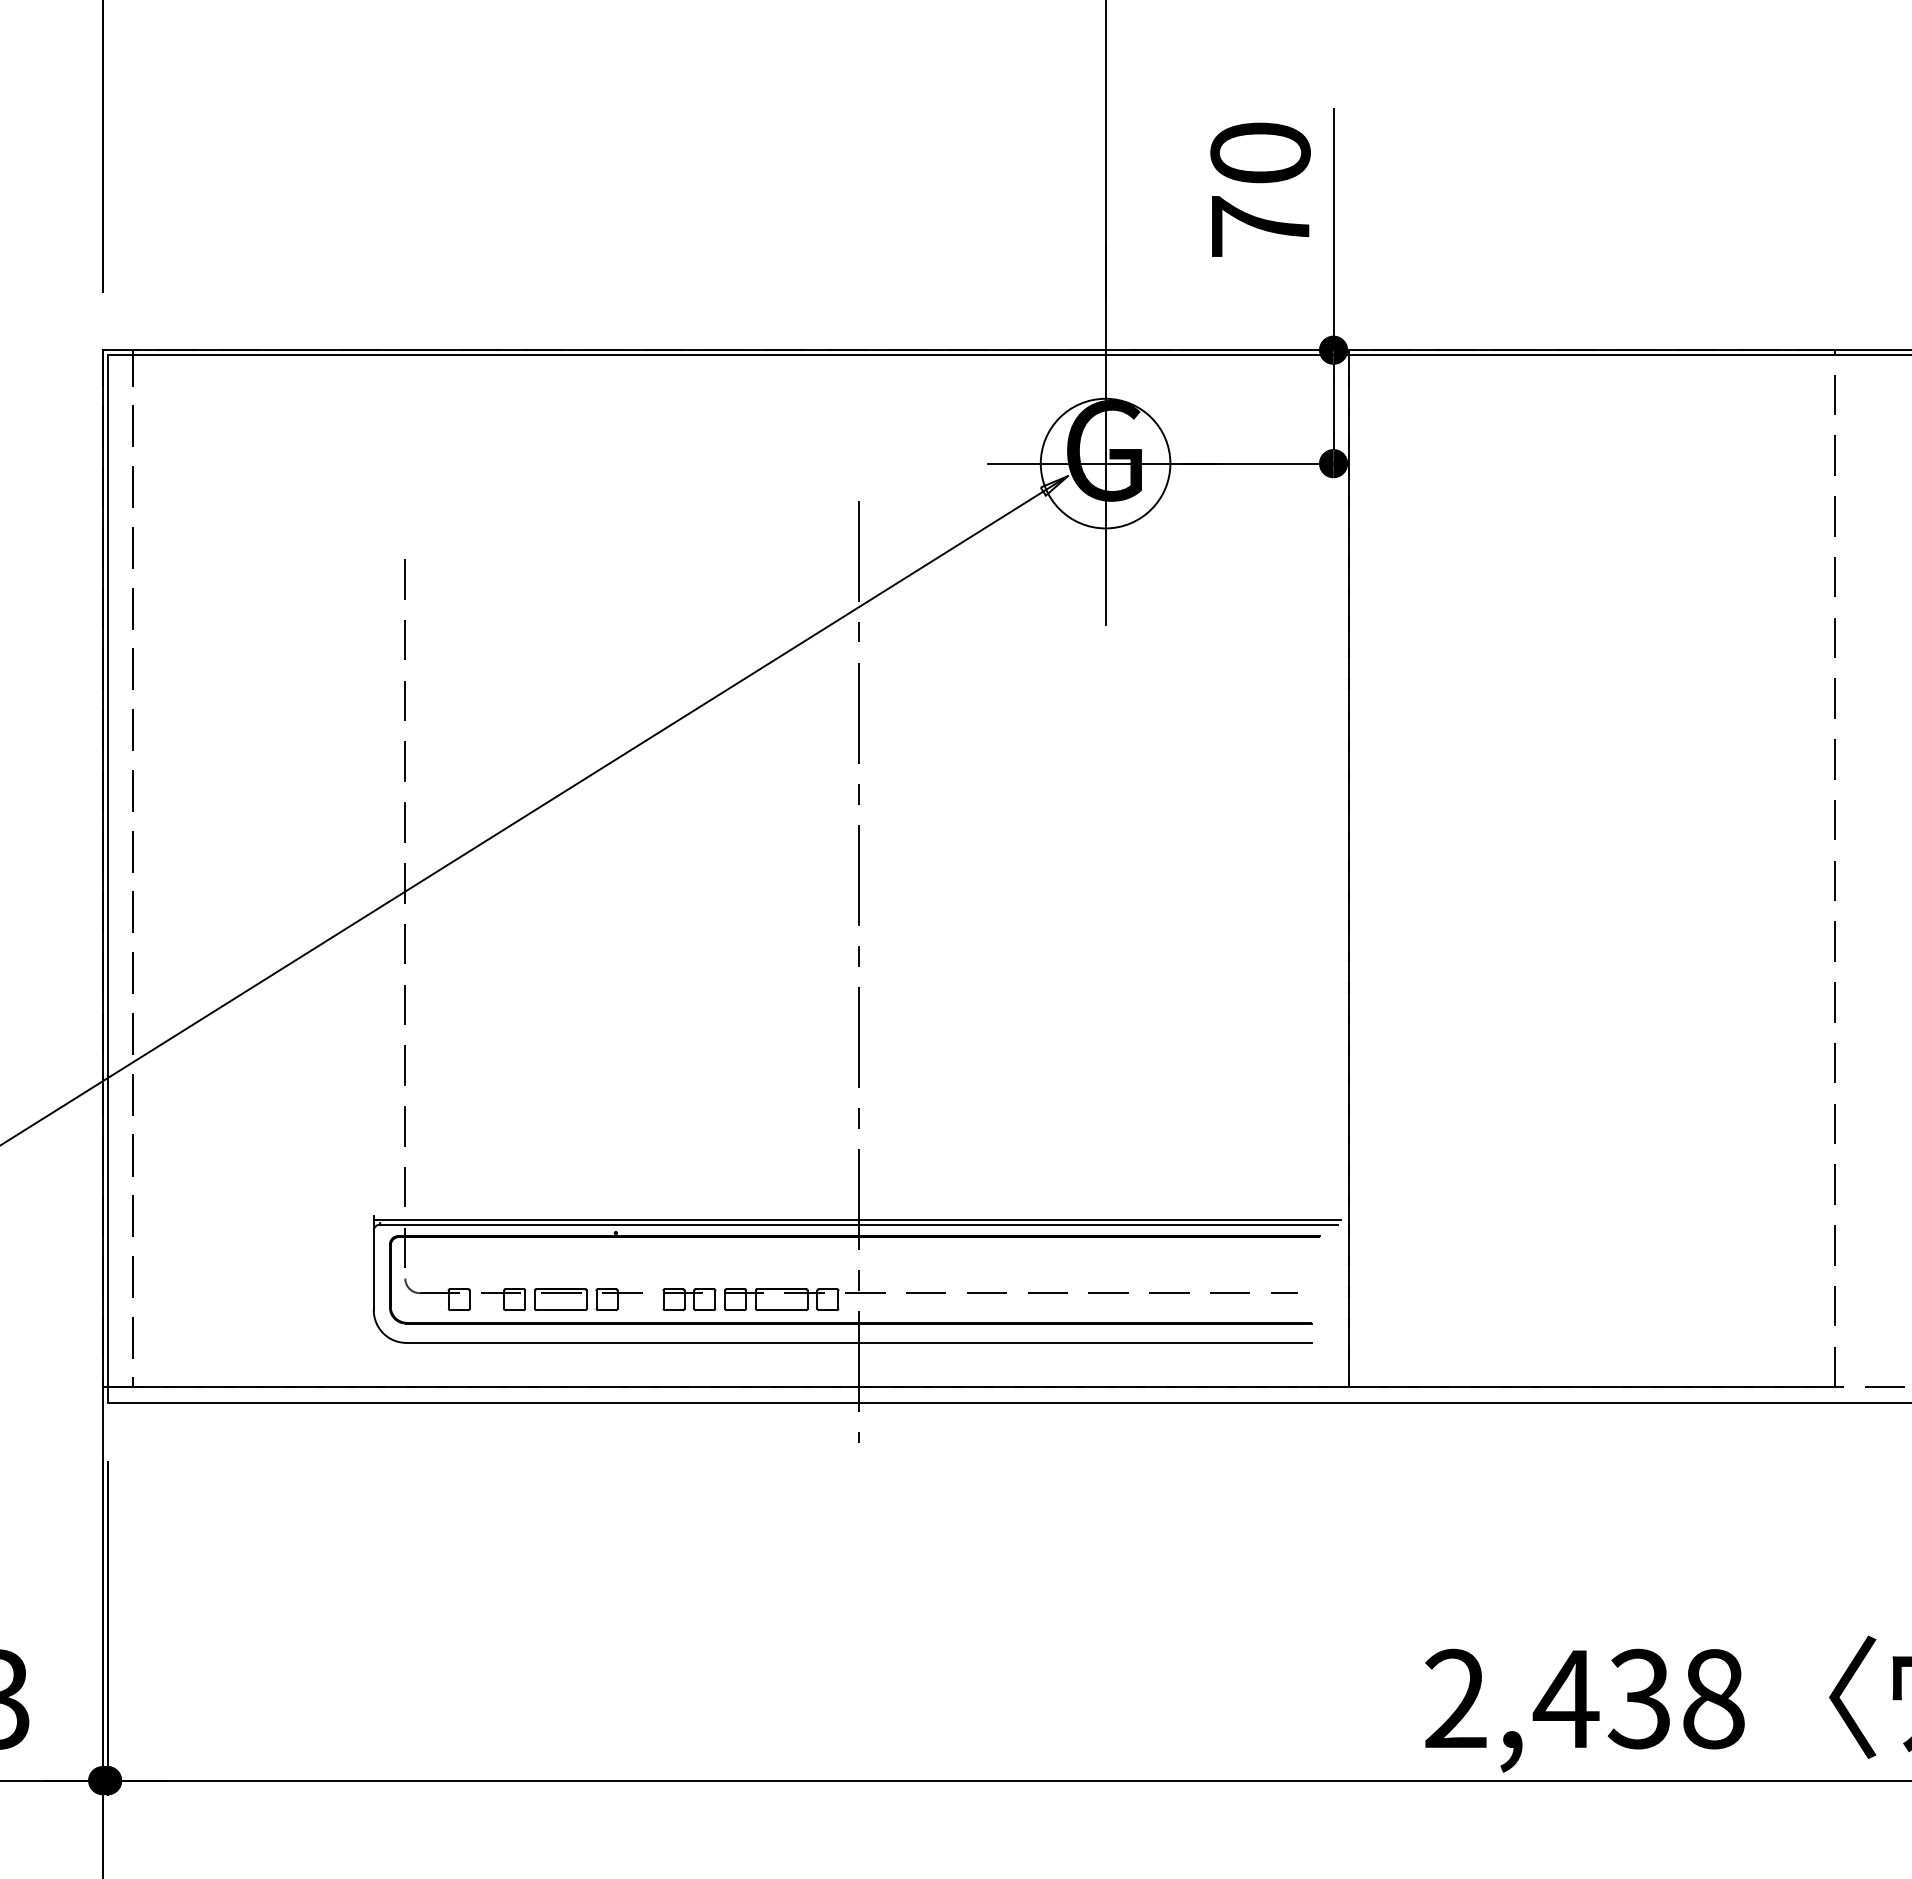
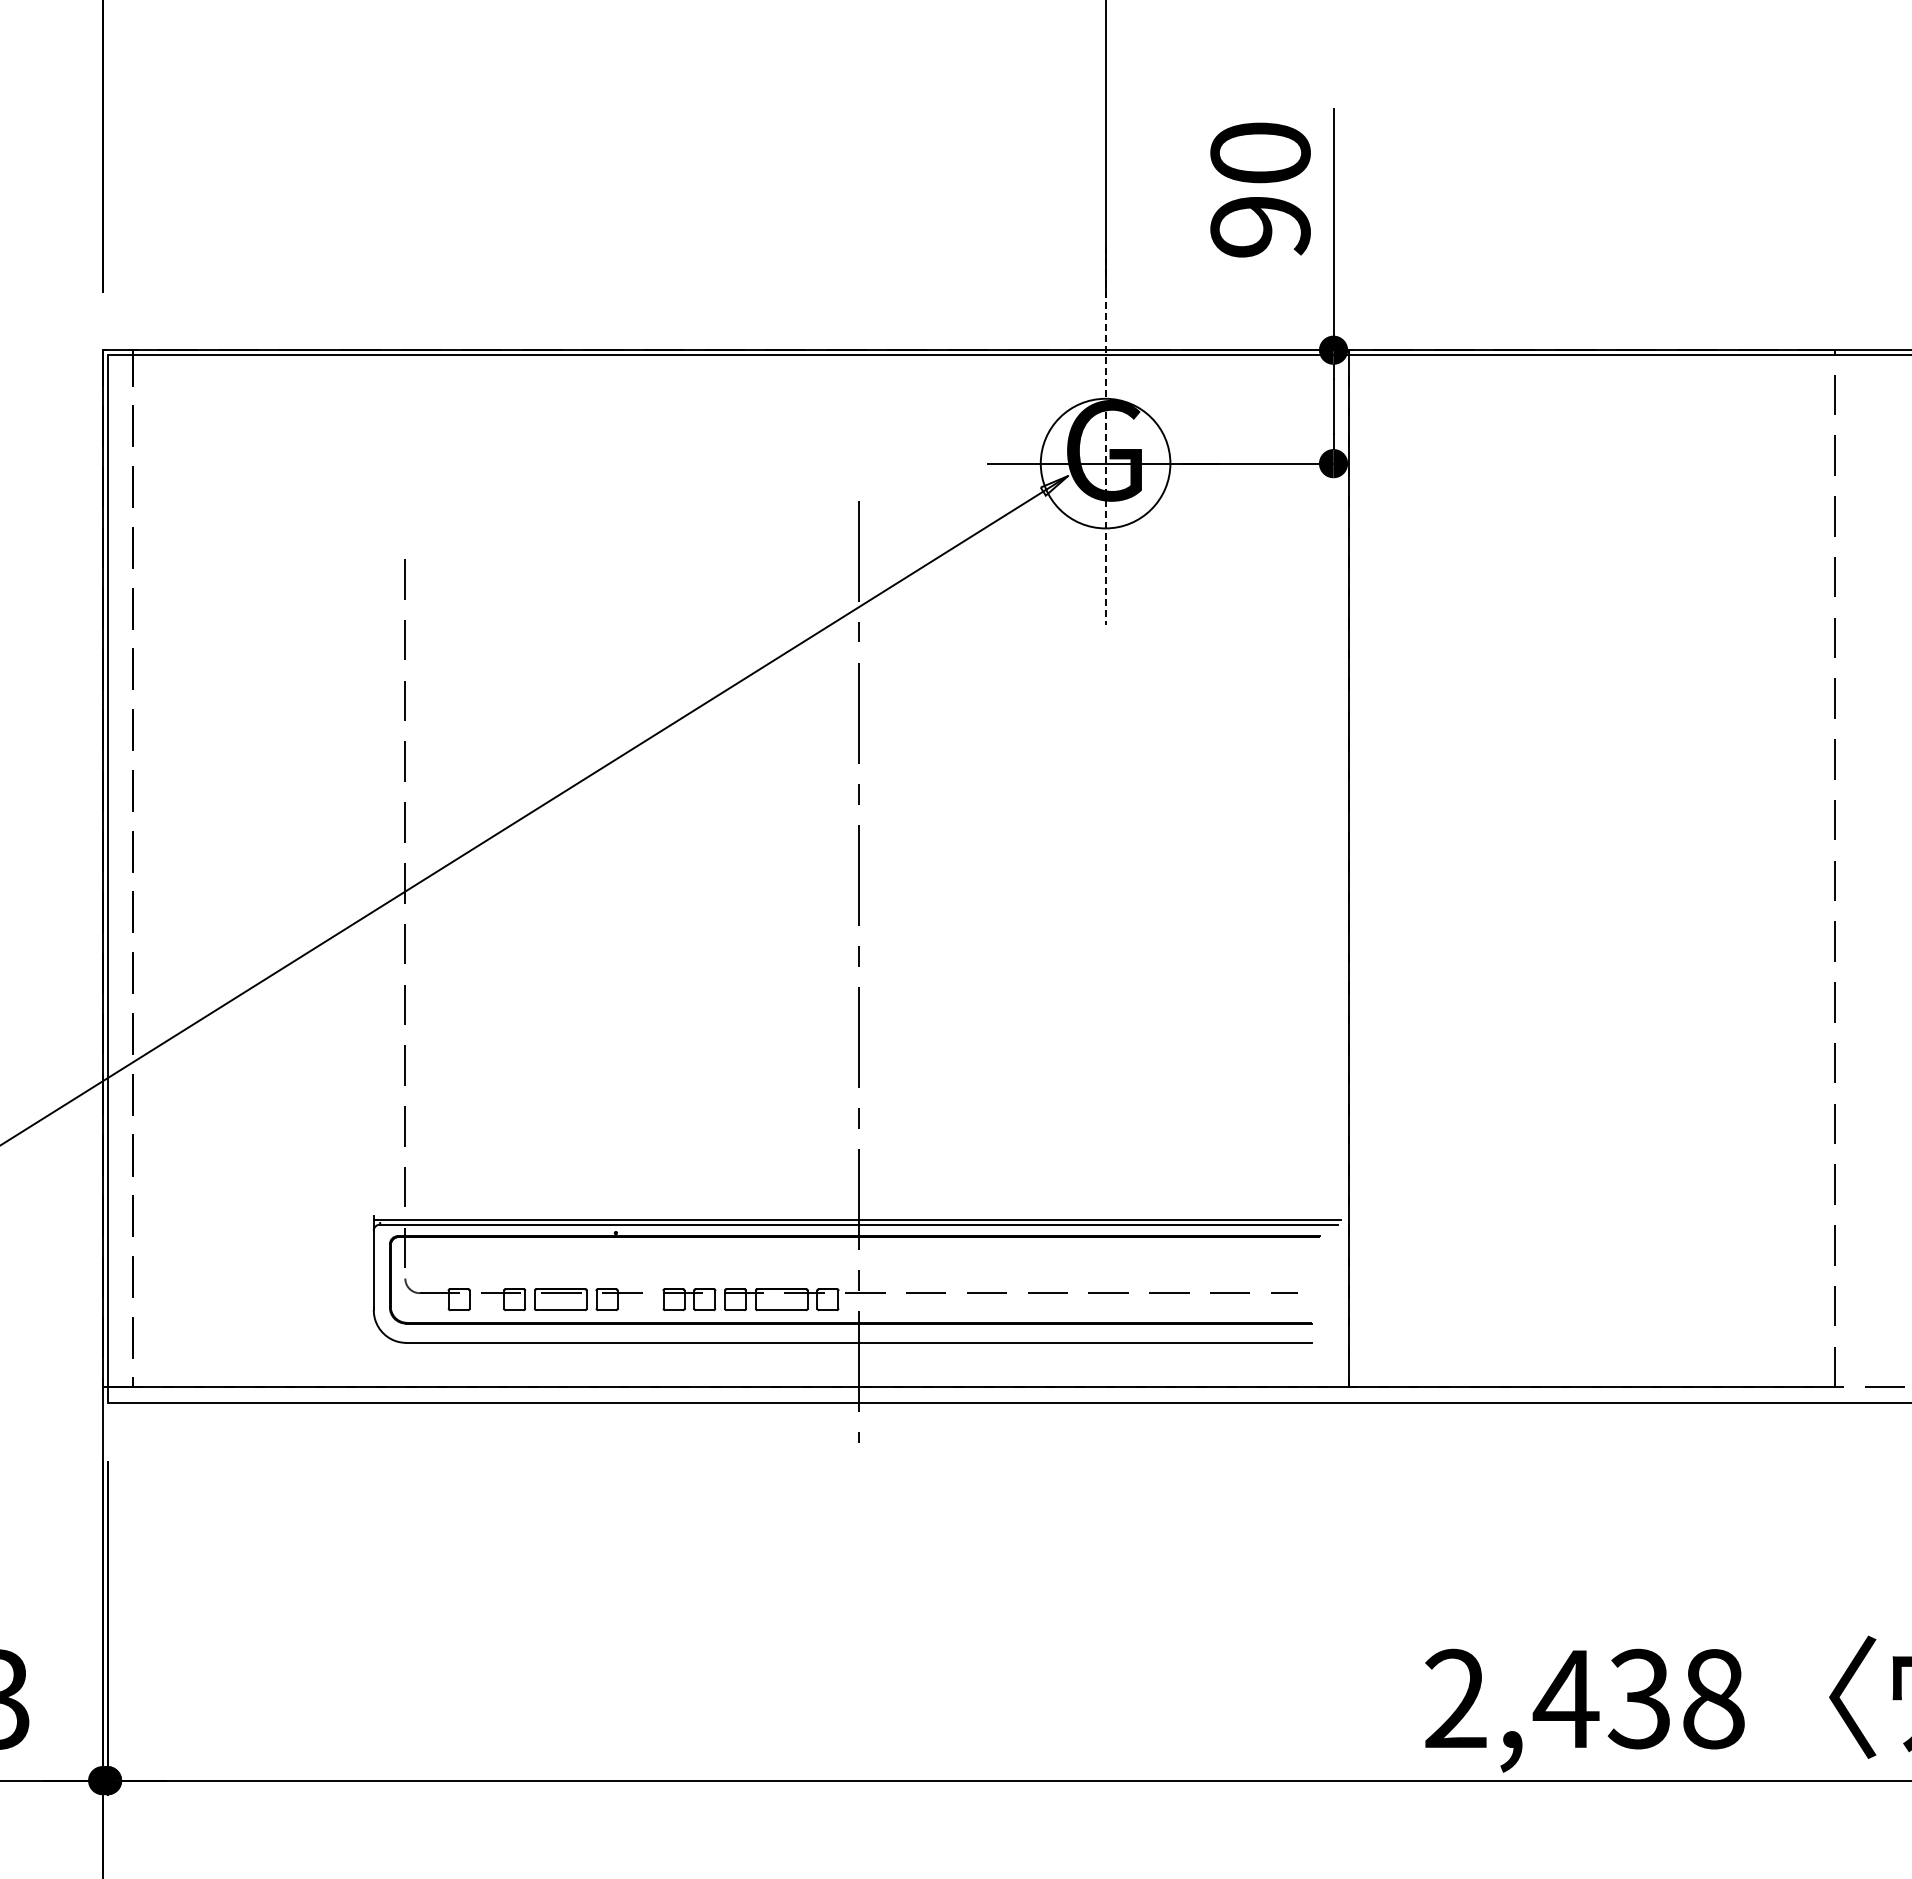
text at (1260, 226): 70 -> 90
line at (1105, 435): solid -> dashed
